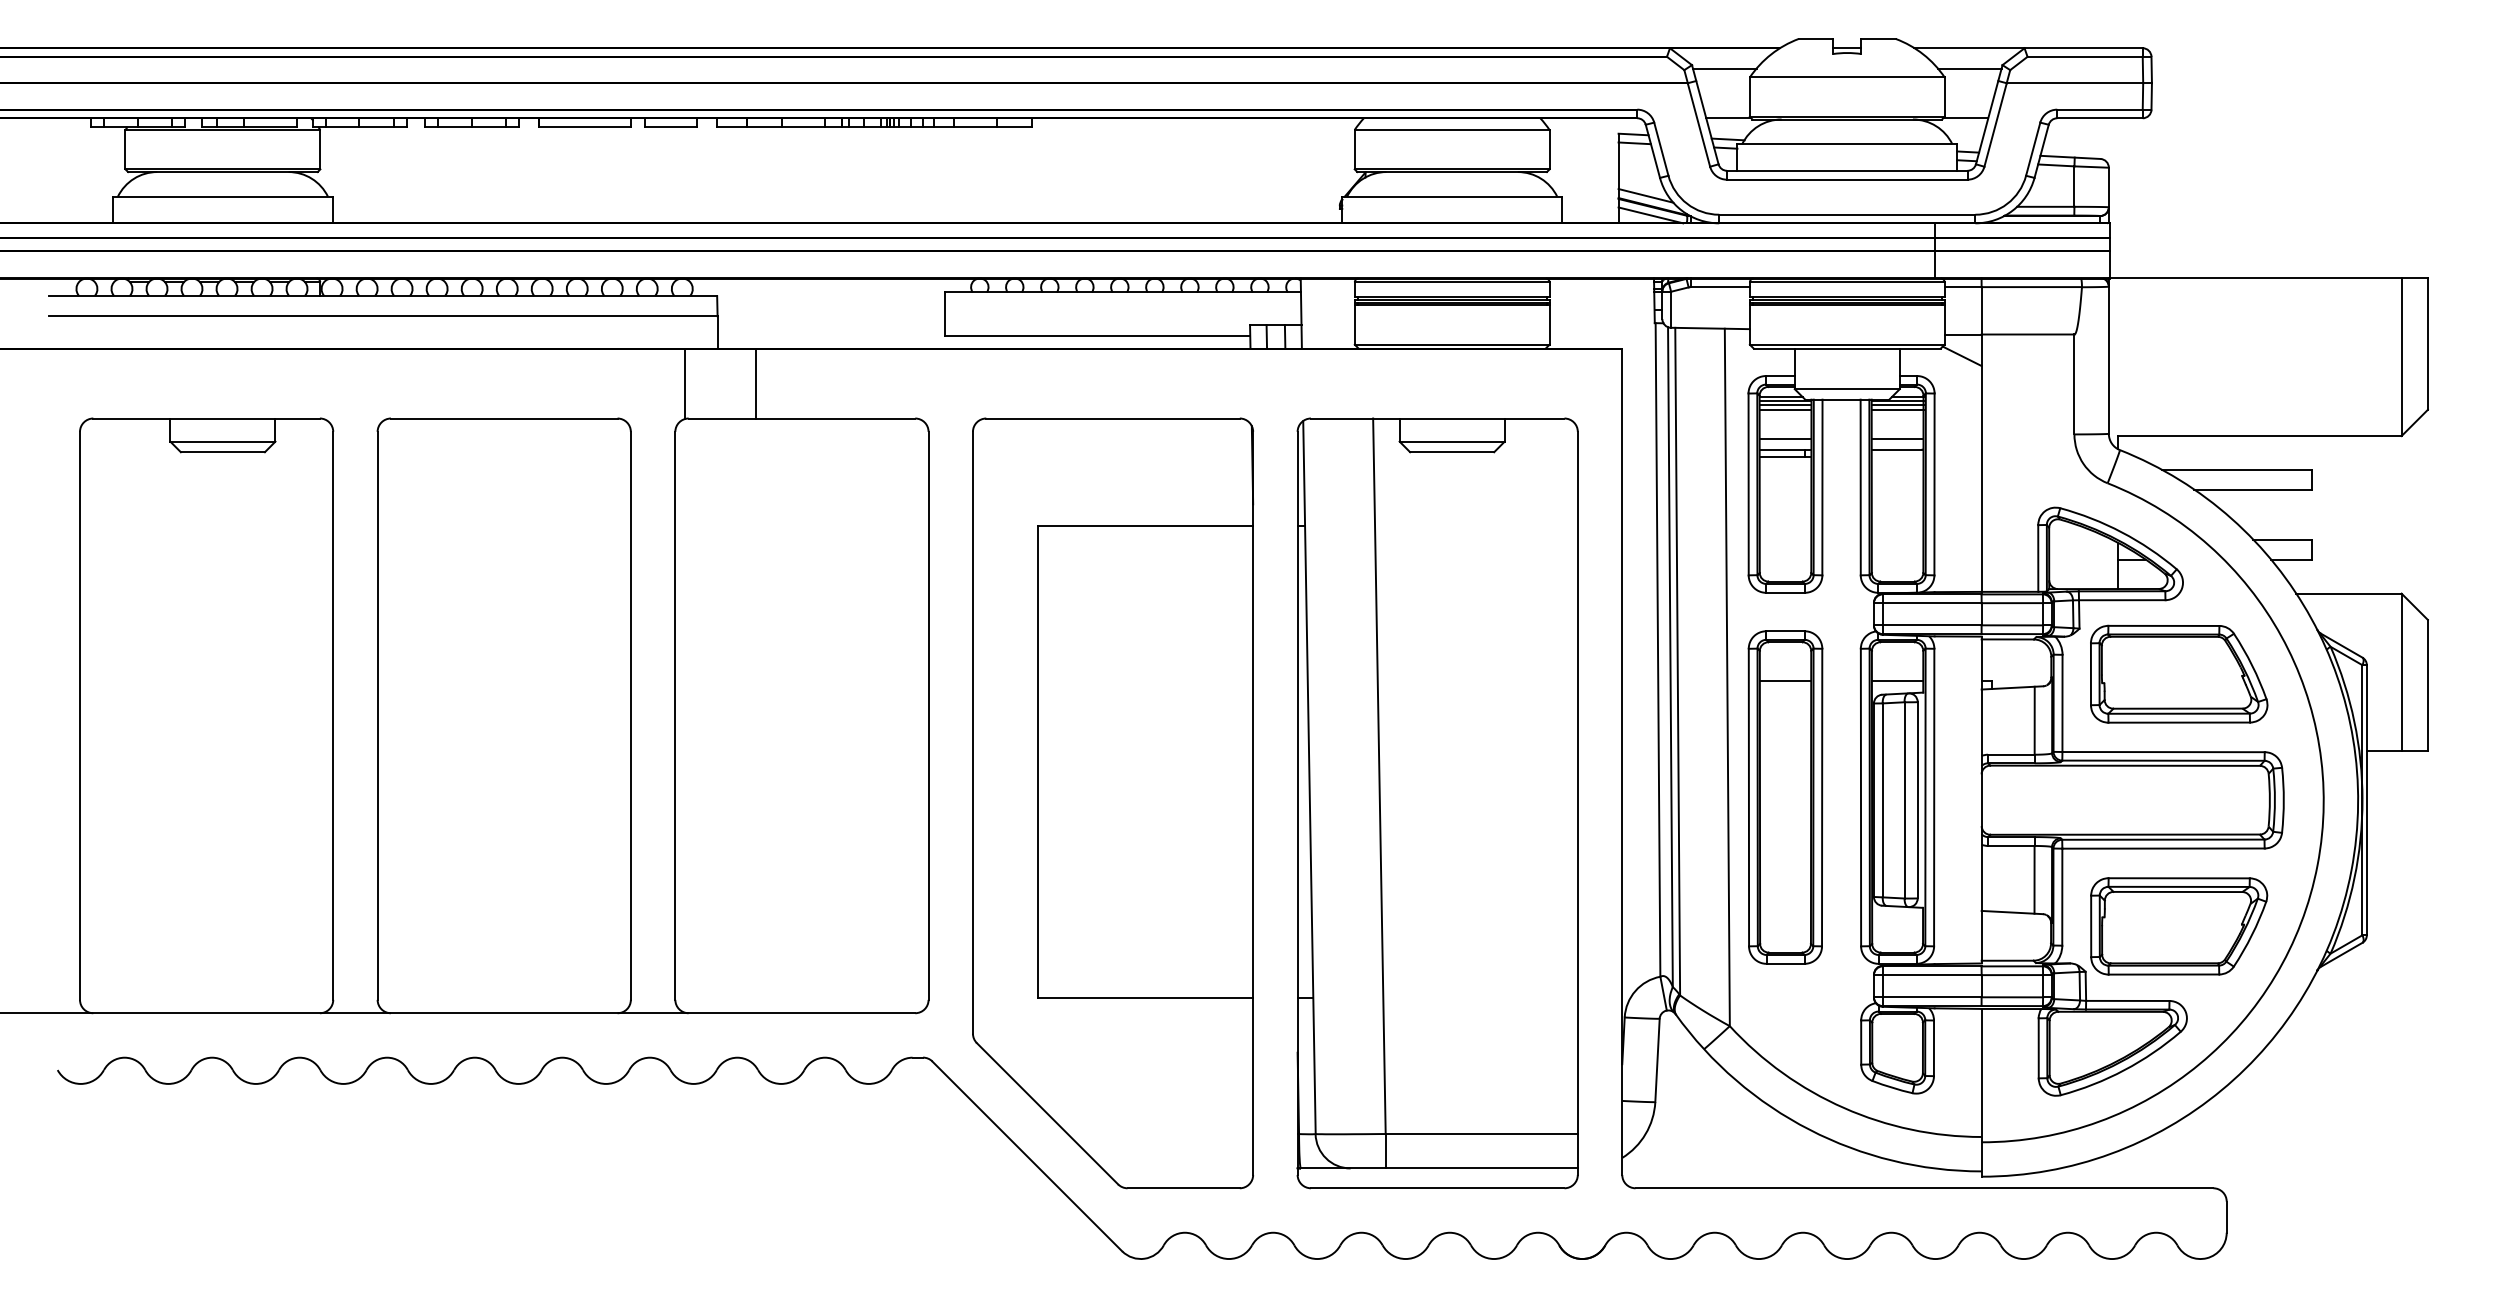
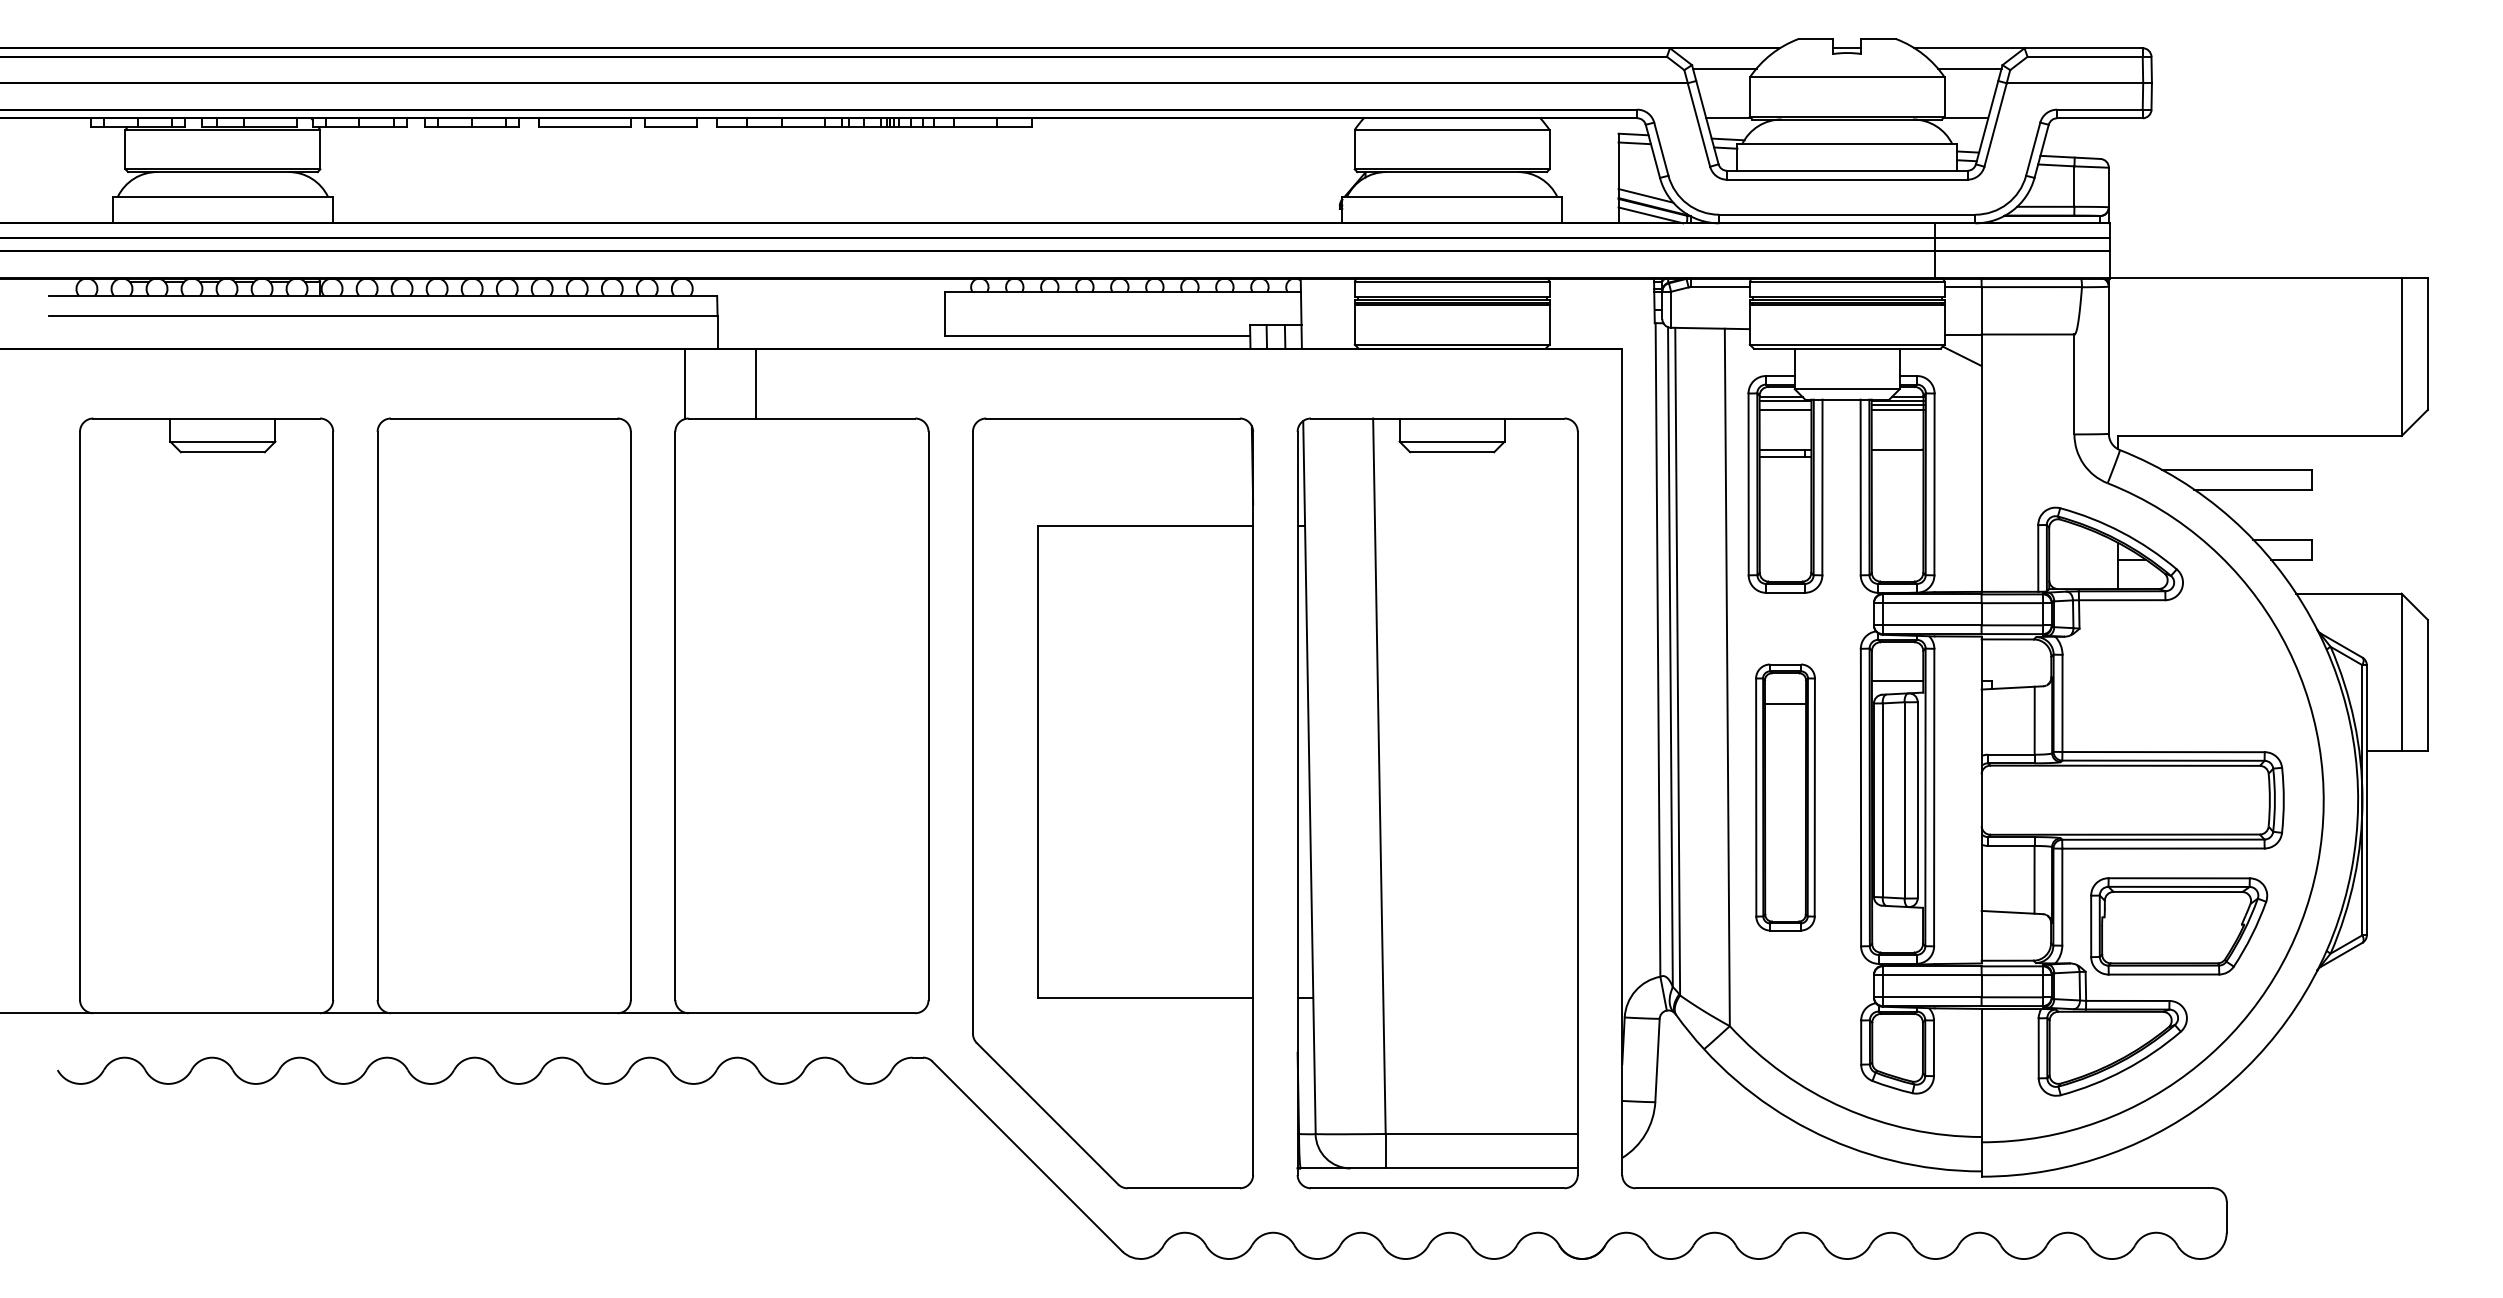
line at (1785, 404): present -> none
line at (1785, 439): present -> none
line at (1897, 439): present -> none
part at (2179, 673): present -> none
part at (1785, 797) size: 77x335 px -> 61x269 px
